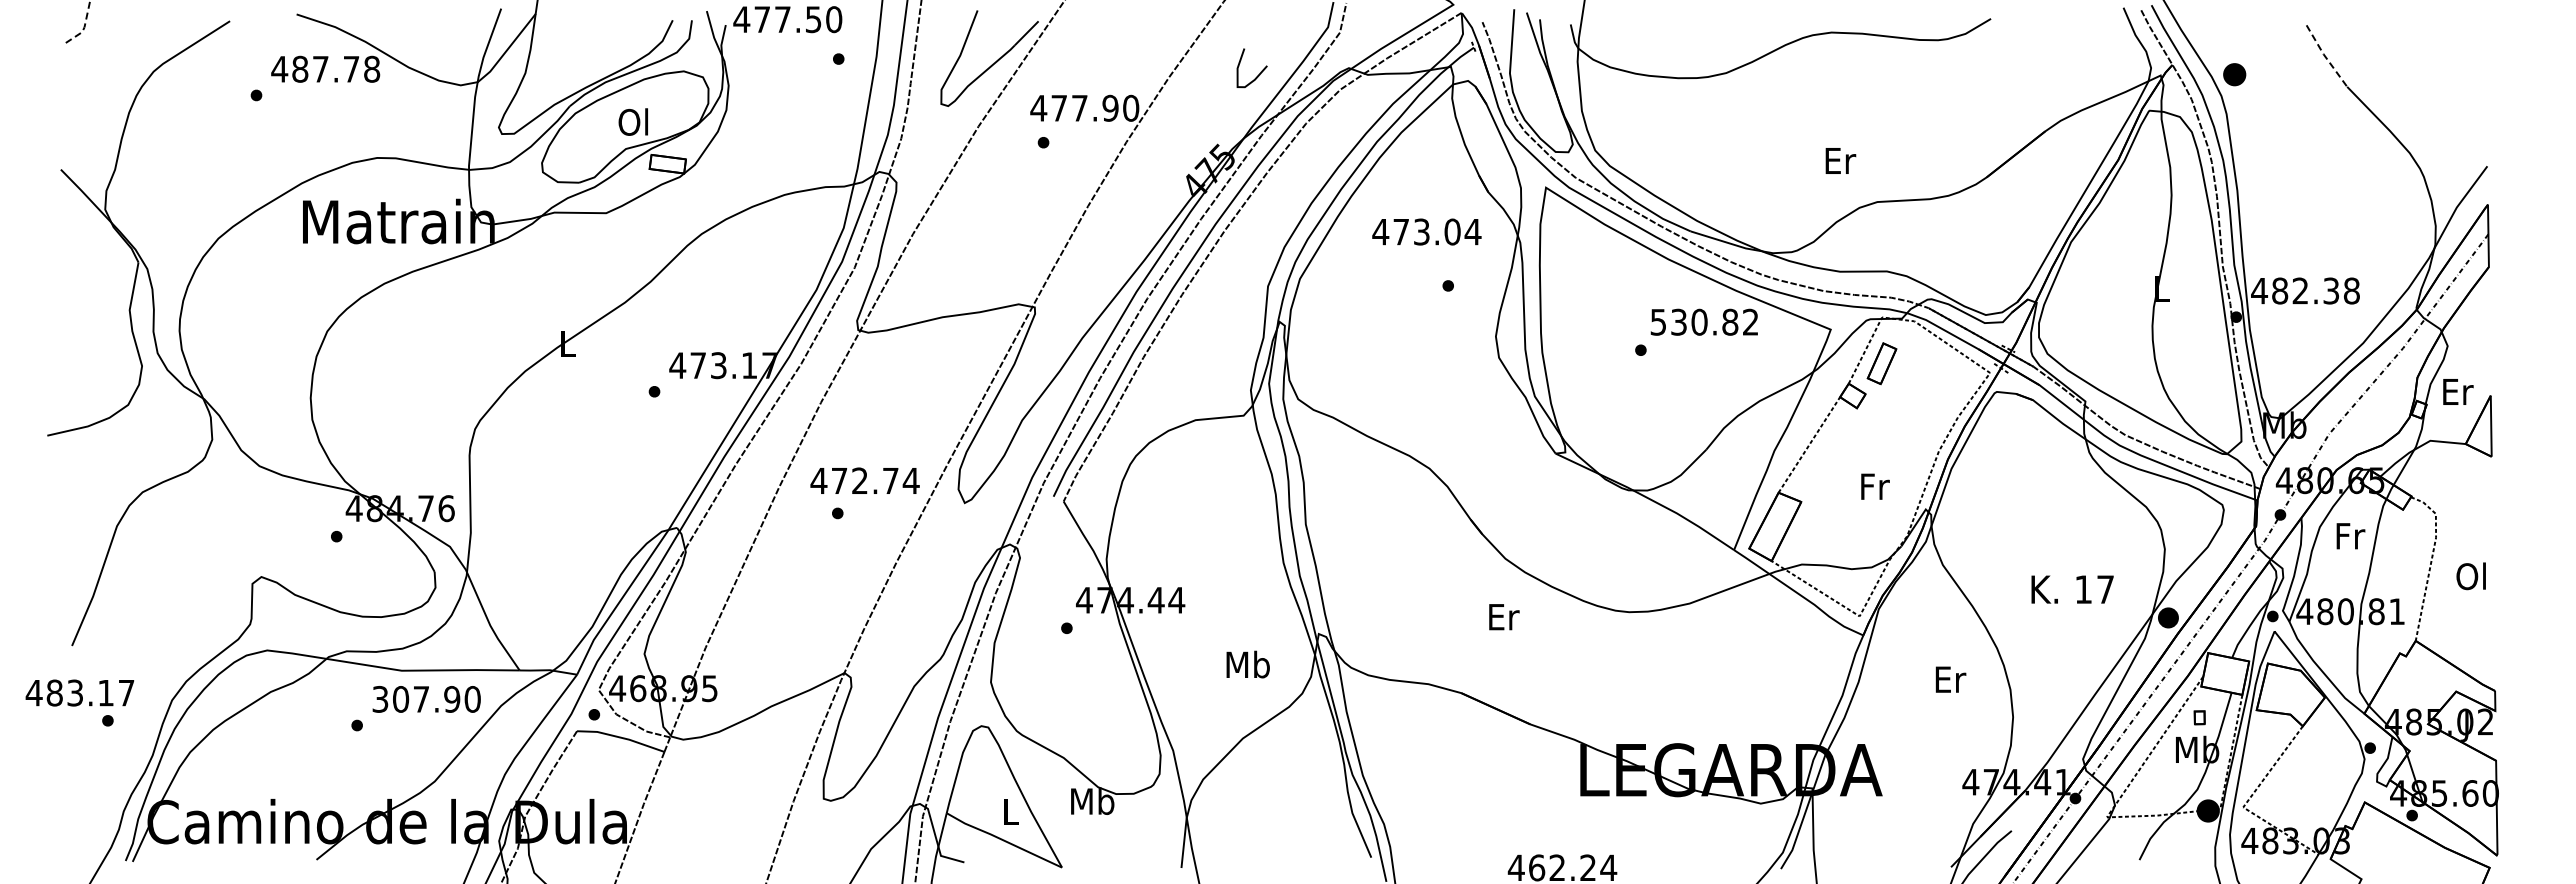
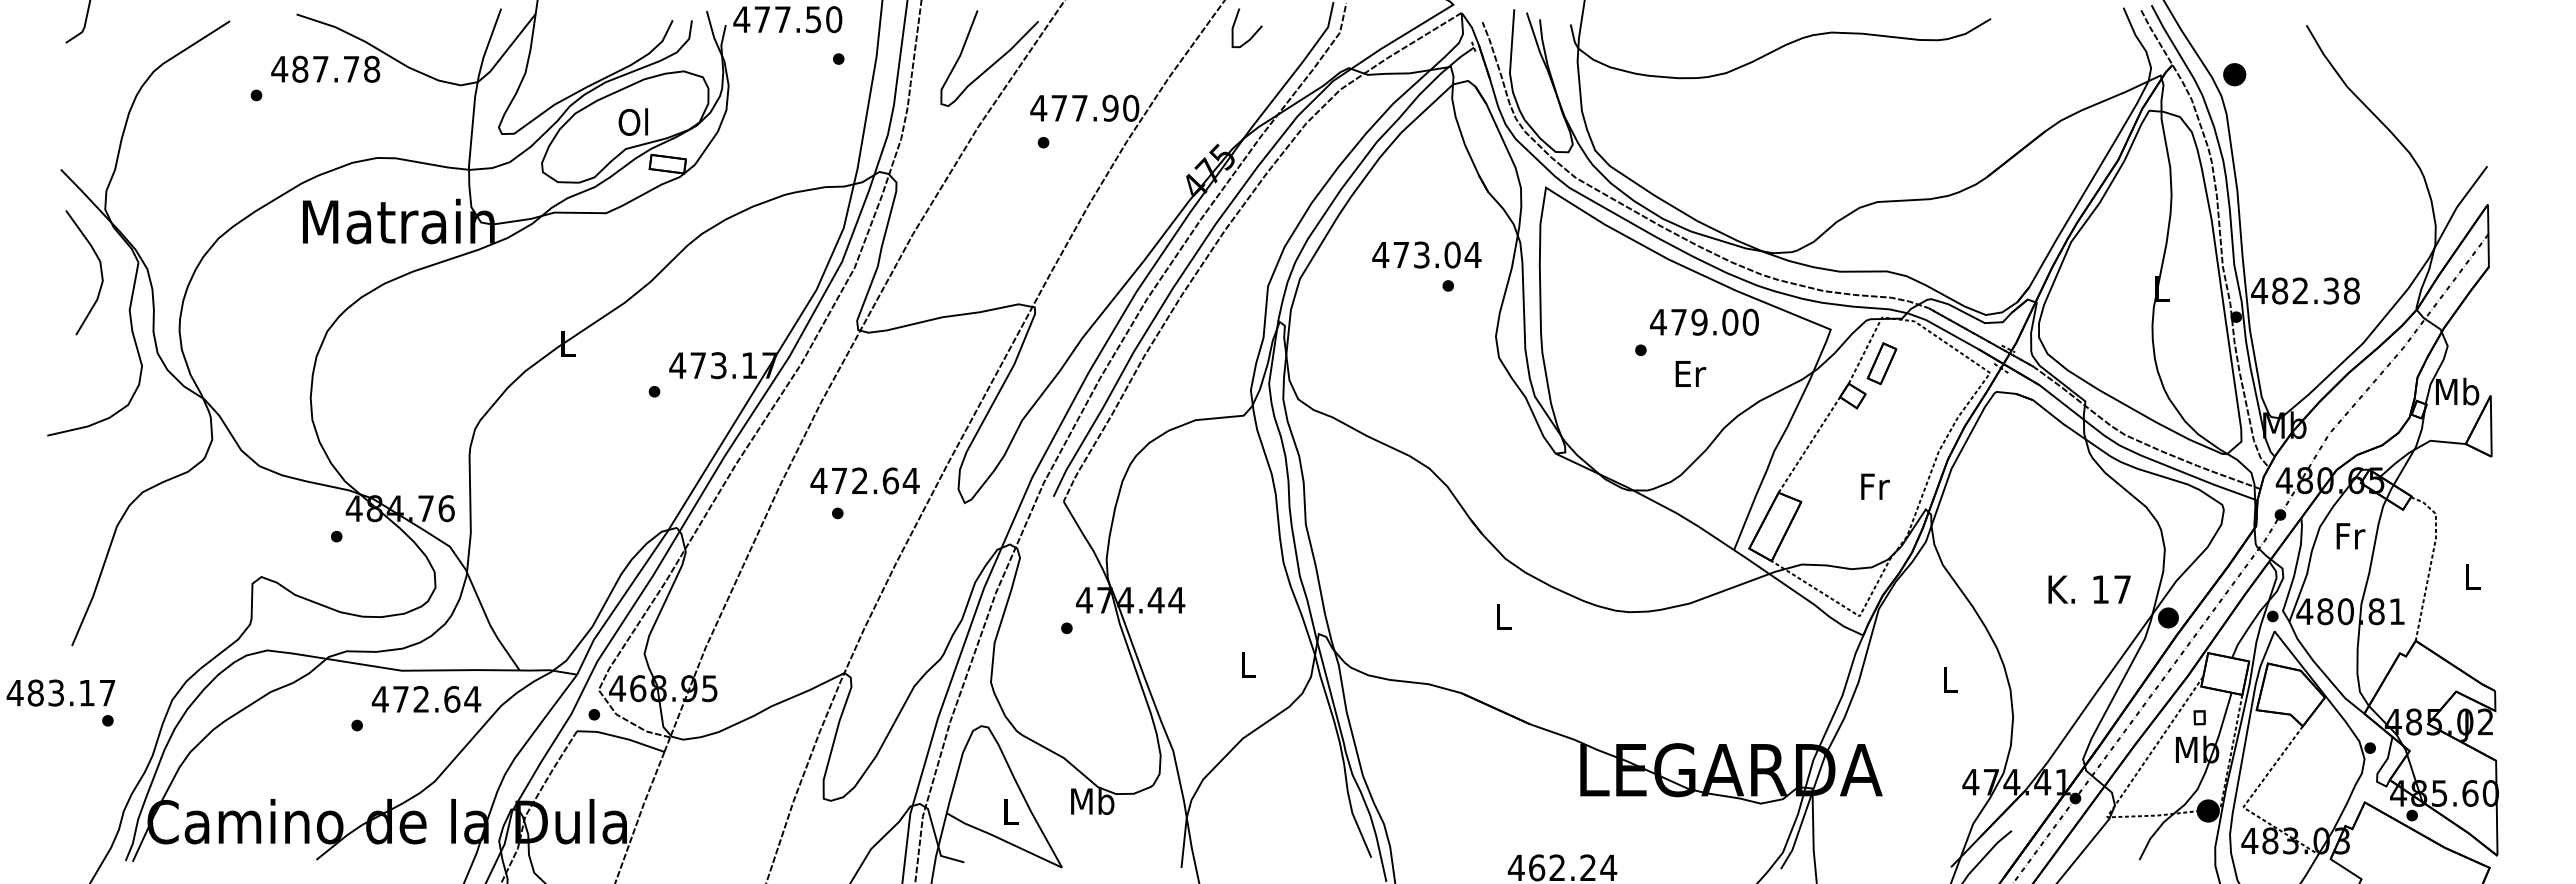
line at (84, 27): dashed -> solid
line at (2325, 56): dashed -> solid
curve at (1258, 74) position: (1258, 74) -> (1253, 34)
text at (1840, 160) position: (1840, 160) -> (1690, 373)
text at (1426, 231) position: (1426, 231) -> (1426, 254)
curve at (100, 272): none -> present
text at (1704, 321): 530.82 -> 479.00
text at (2457, 391): Er -> Mb
text at (890, 480): 472.74 -> 472.64
text at (2470, 576): Ol -> L
text at (2072, 589) position: (2072, 589) -> (2089, 589)
text at (1504, 617): Er -> L
text at (1247, 664): Mb -> L
text at (1950, 679): Er -> L
text at (79, 692) position: (79, 692) -> (60, 692)
text at (426, 698): 307.90 -> 472.64
